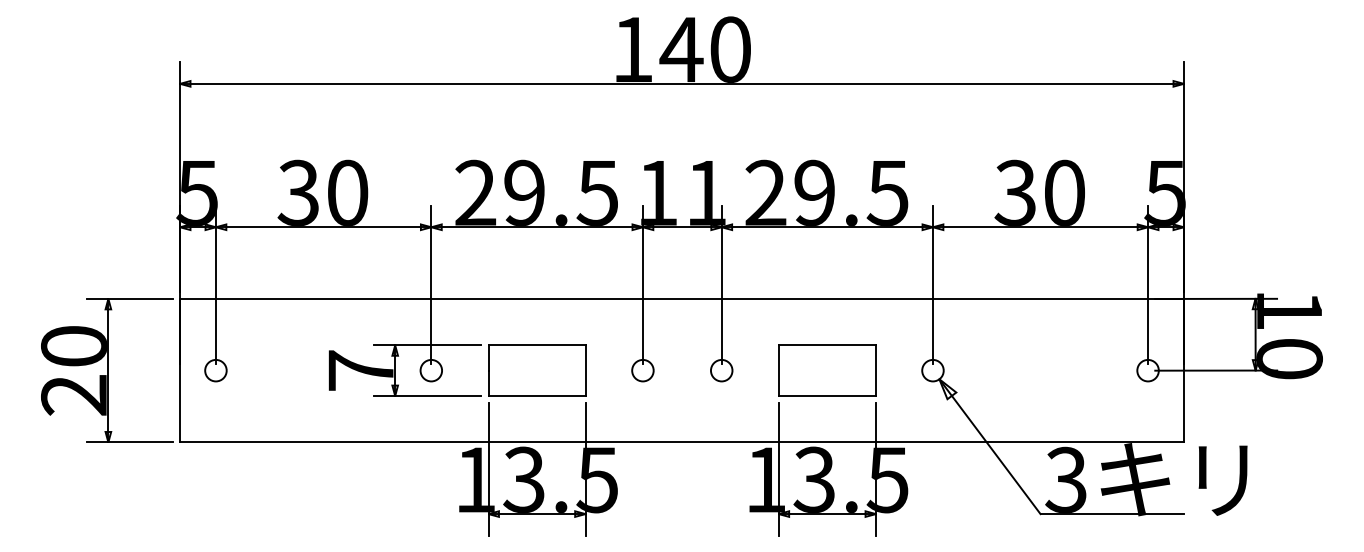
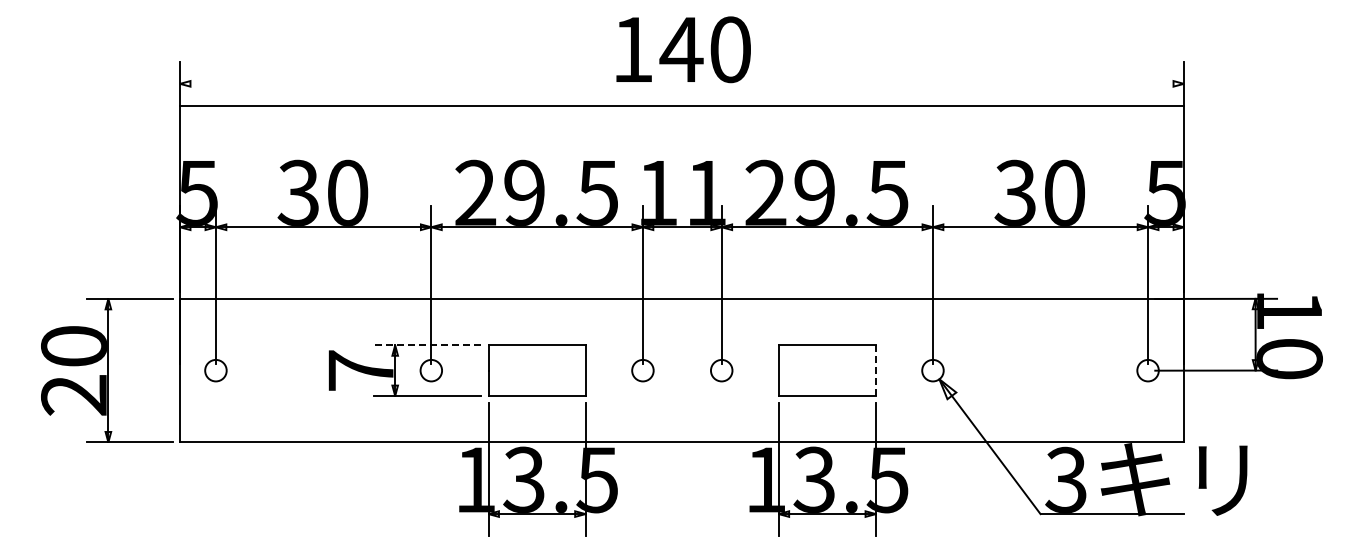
line at (681, 83) position: (681, 83) -> (681, 105)
line at (427, 345): solid -> dashed
line at (875, 370): solid -> dashed
